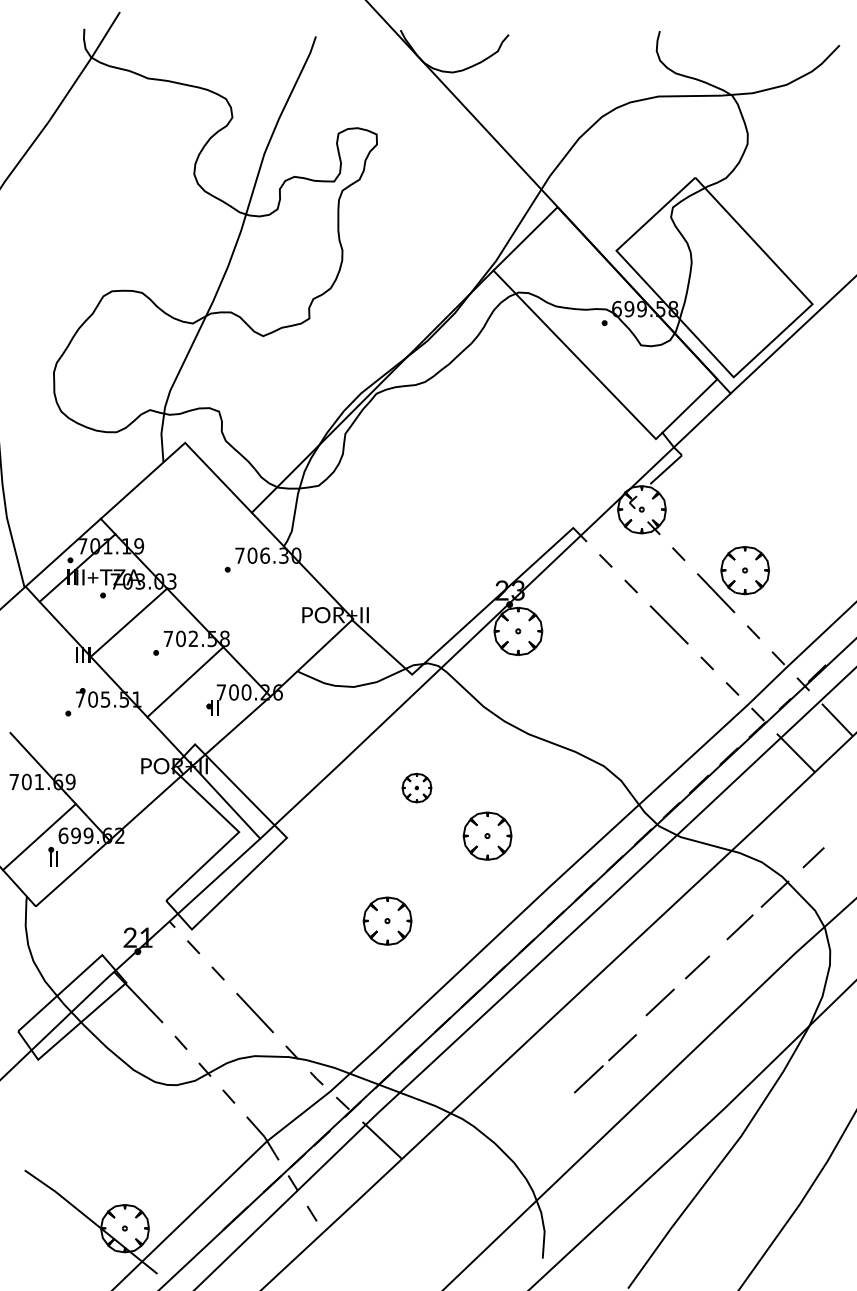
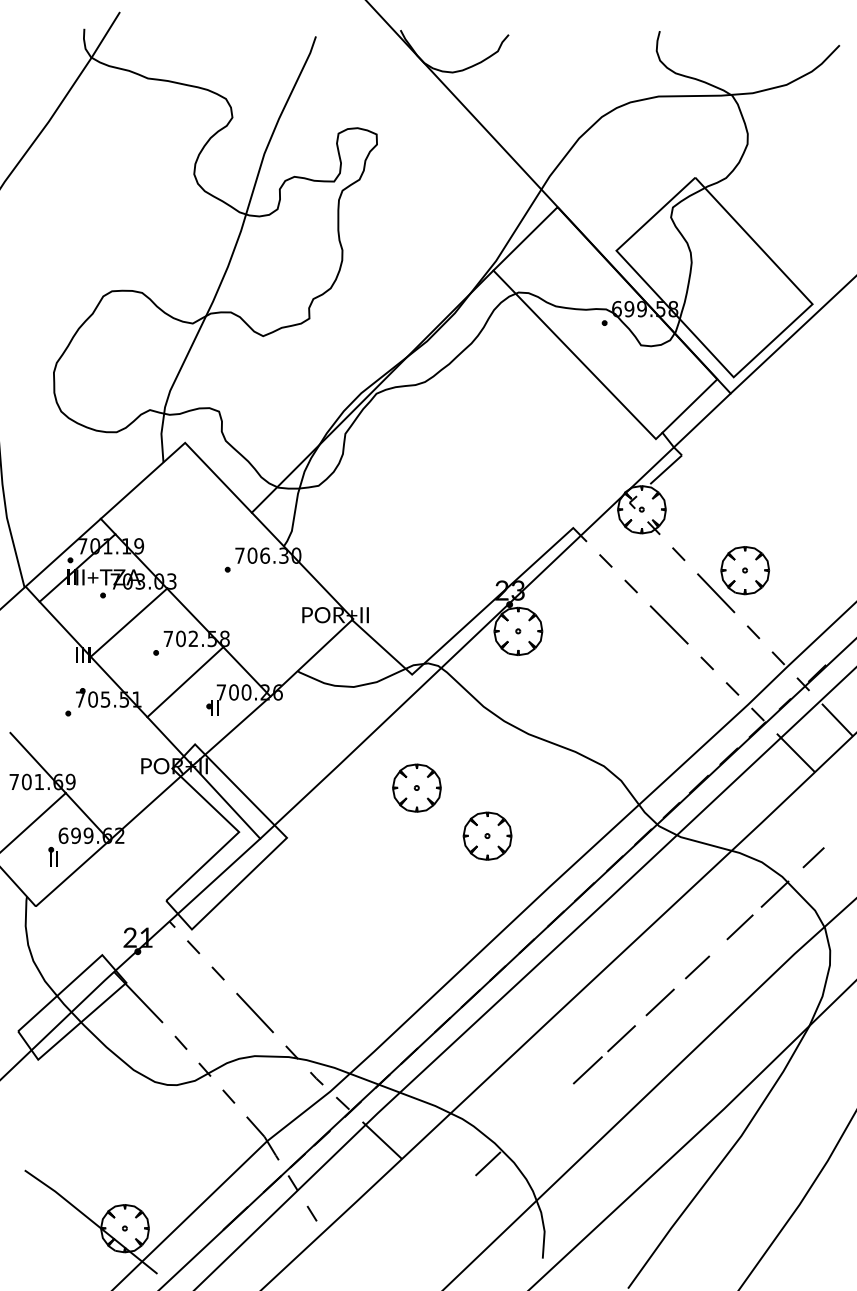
part at (416, 787) size: 32x32 px -> 50x50 px
line at (39, 837) position: (39, 837) -> (33, 821)
part at (387, 920): present -> none
line at (603, 1065) position: (603, 1065) -> (602, 1056)
line at (488, 1163): none -> present
